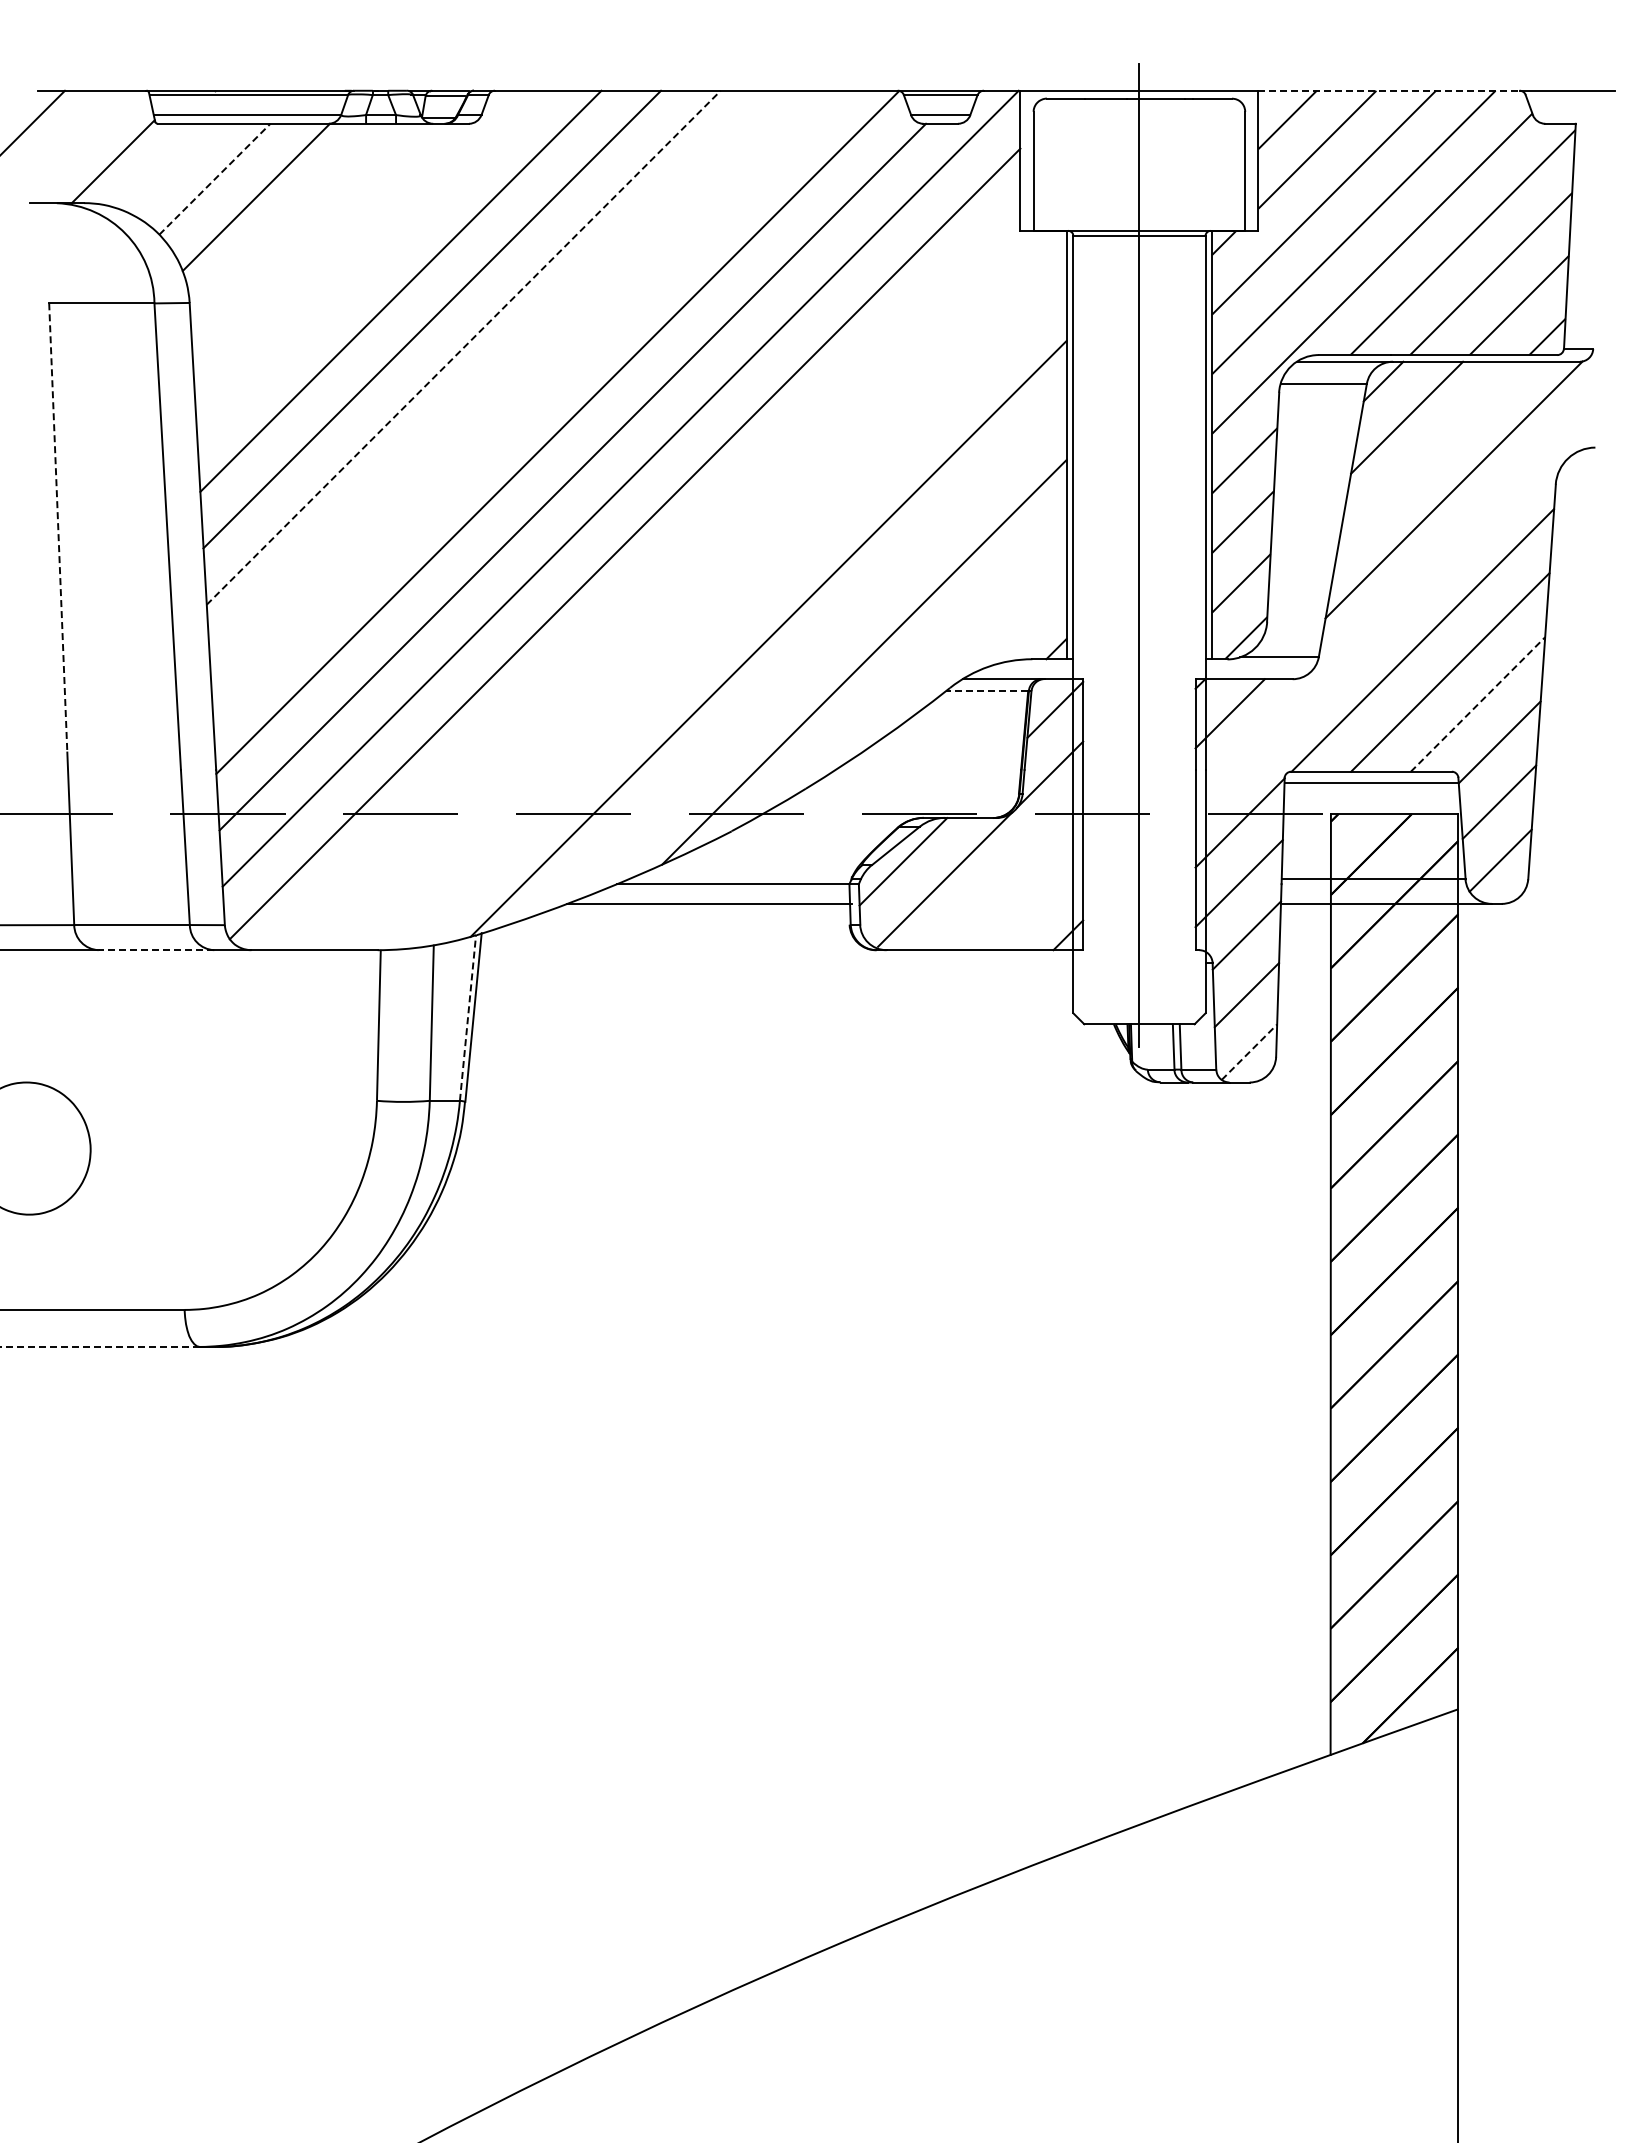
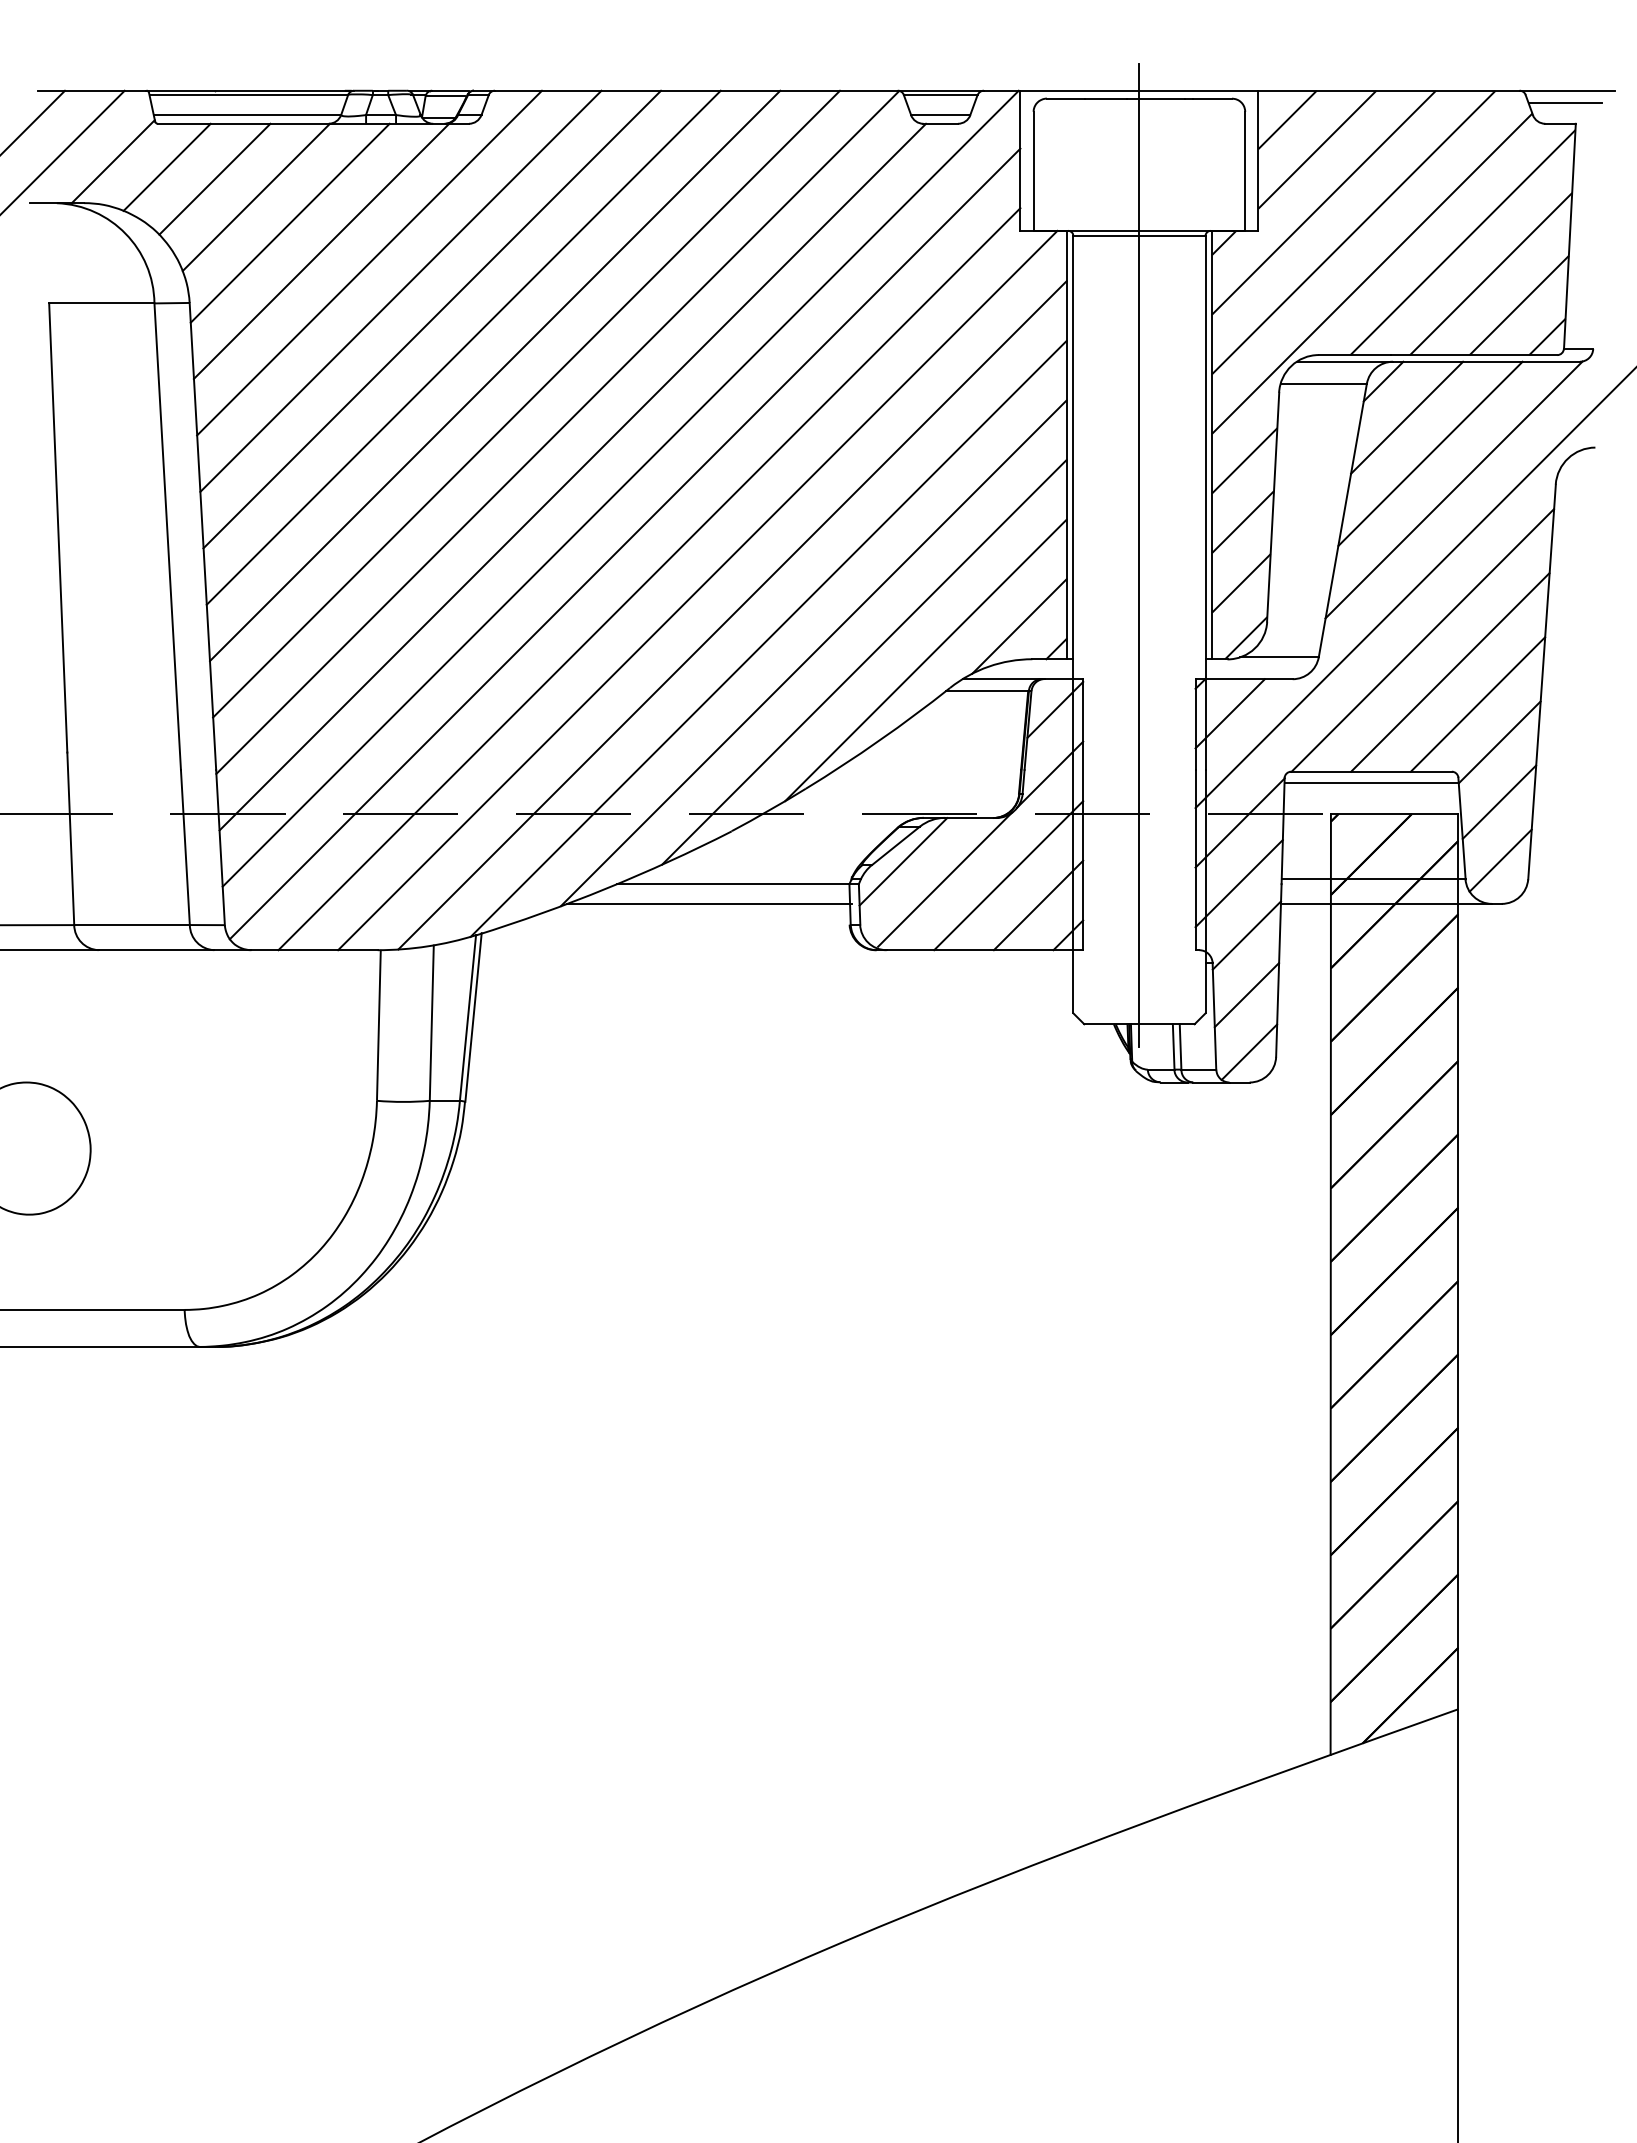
line at (1388, 90): dashed -> solid
line at (1564, 103): none -> present
line at (63, 151): none -> present
line at (166, 166): none -> present
line at (215, 178): dashed -> solid
line at (289, 222): none -> present
line at (321, 251): none -> present
line at (369, 262): none -> present
line at (464, 347): dashed -> solid
line at (495, 375): none -> present
line at (526, 403): none -> present
line at (1430, 453): none -> present
line at (58, 527): dashed -> solid
line at (649, 579): none -> present
line at (1414, 589): none -> present
line at (697, 590): none -> present
line at (732, 615): none -> present
line at (1019, 626): none -> present
line at (813, 653): none -> present
line at (925, 660): none -> present
line at (987, 691): dashed -> solid
line at (1478, 704): dashed -> solid
line at (1008, 875): none -> present
line at (1038, 905): none -> present
line at (156, 950): dashed -> solid
line at (468, 1017): dashed -> solid
line at (1249, 1051): dashed -> solid
line at (99, 1346): dashed -> solid
